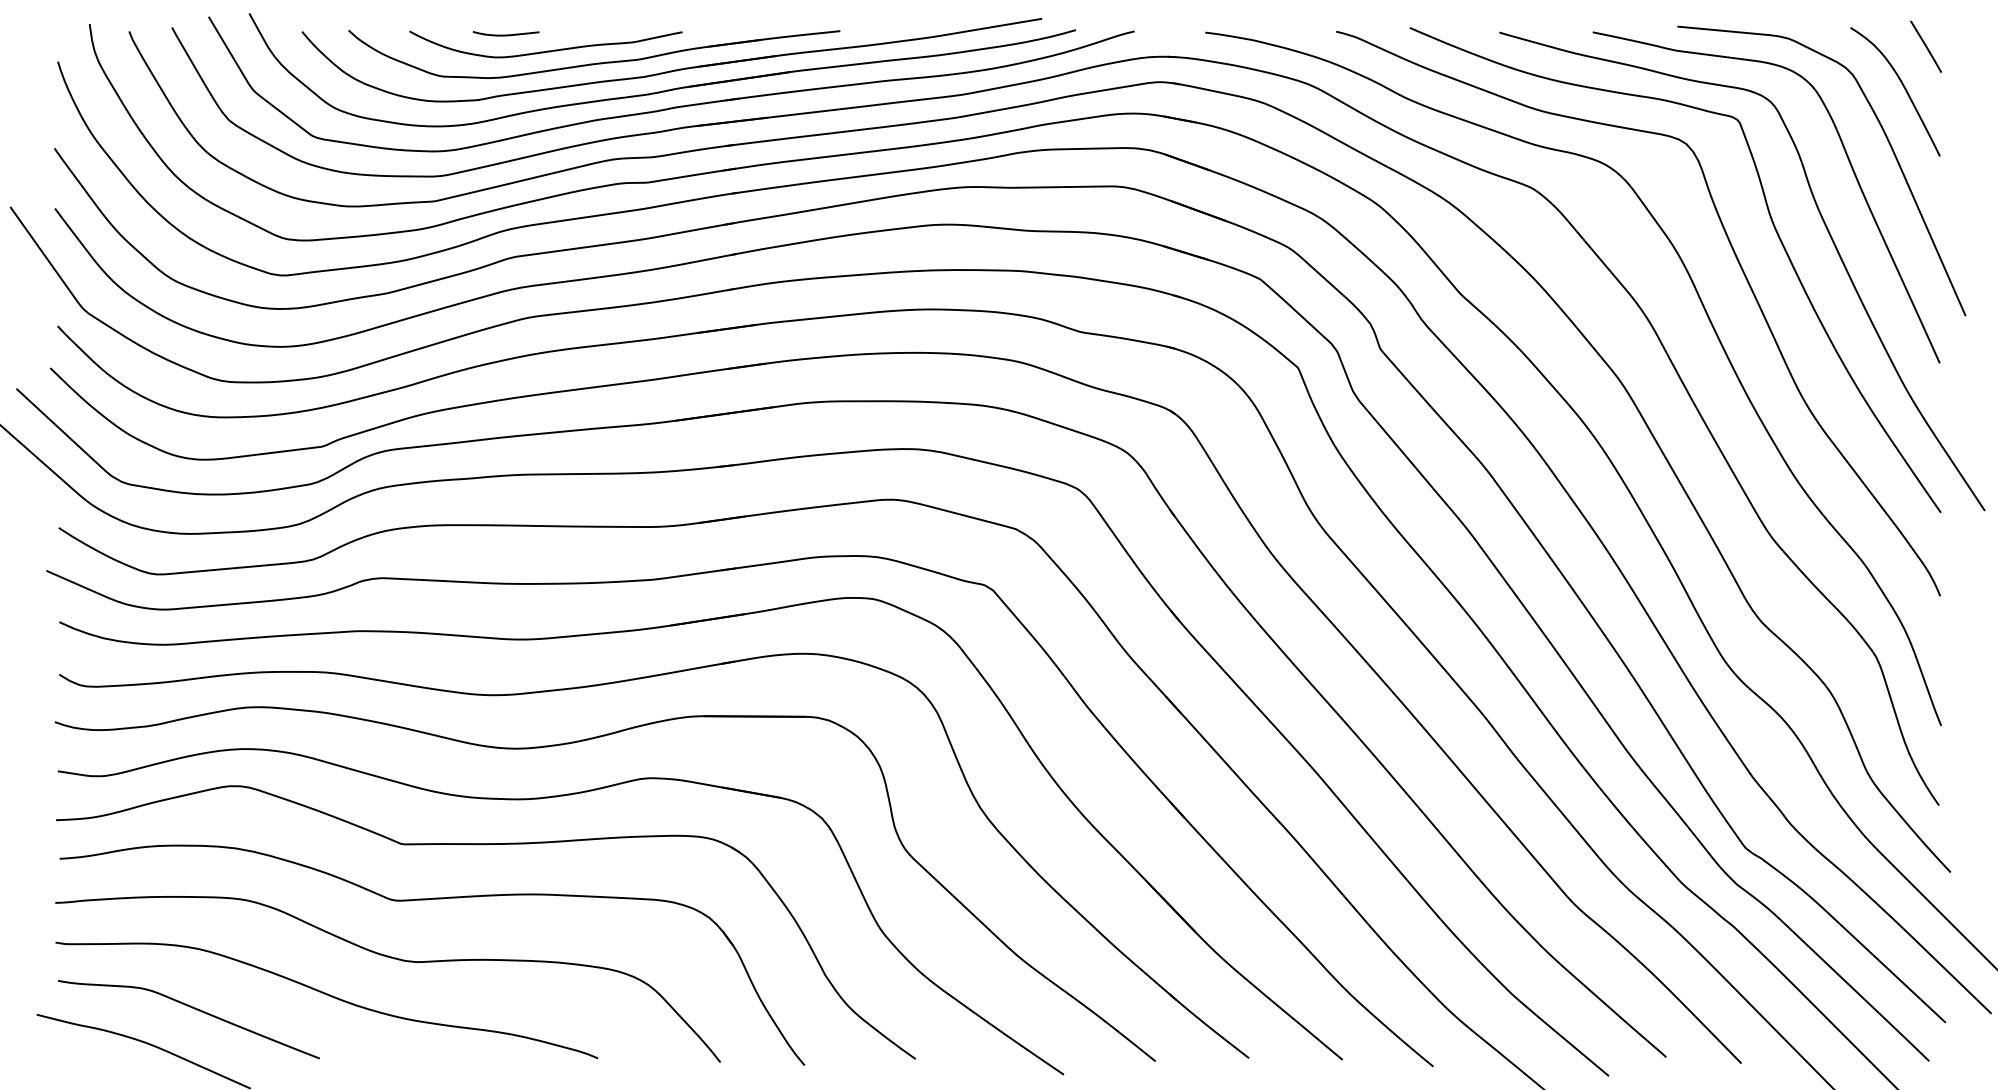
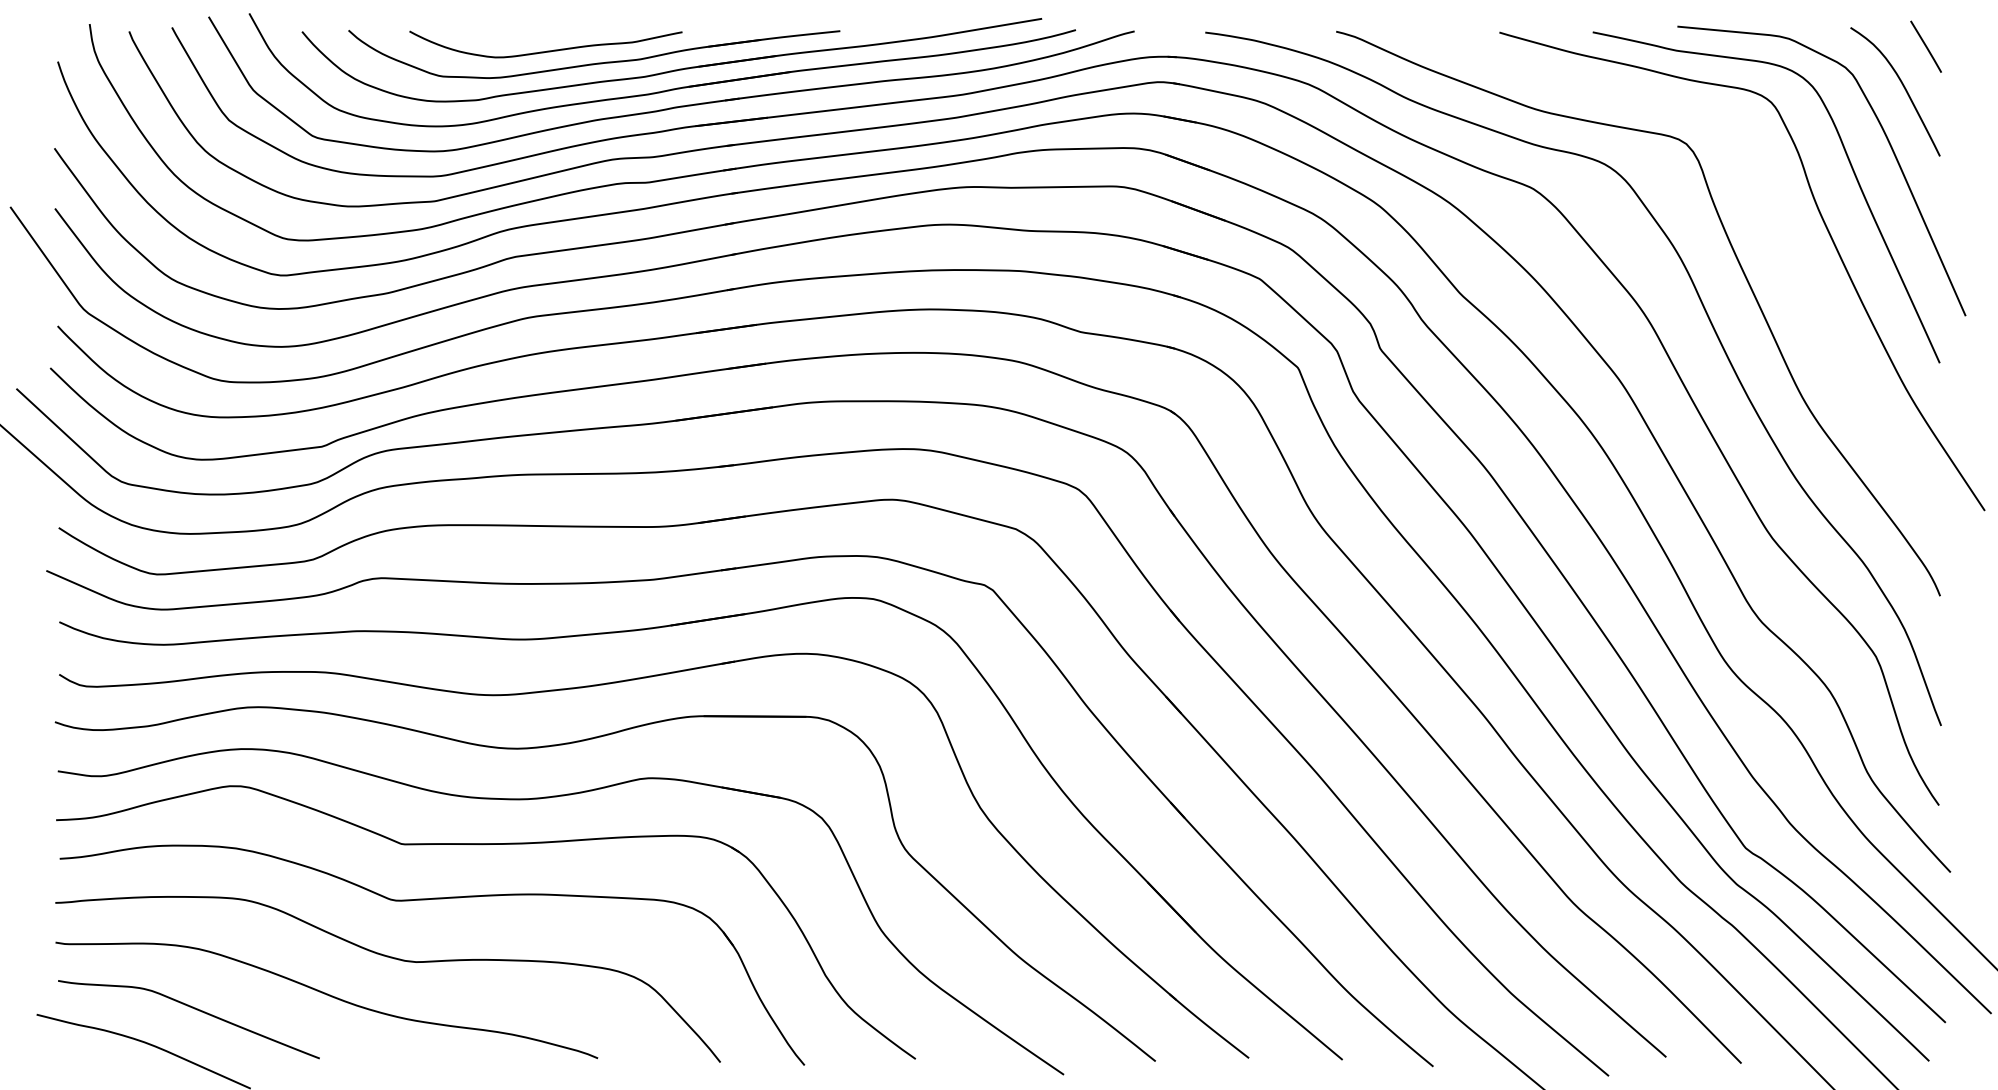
curve at (505, 34): present -> none
curve at (1773, 227): present -> none
